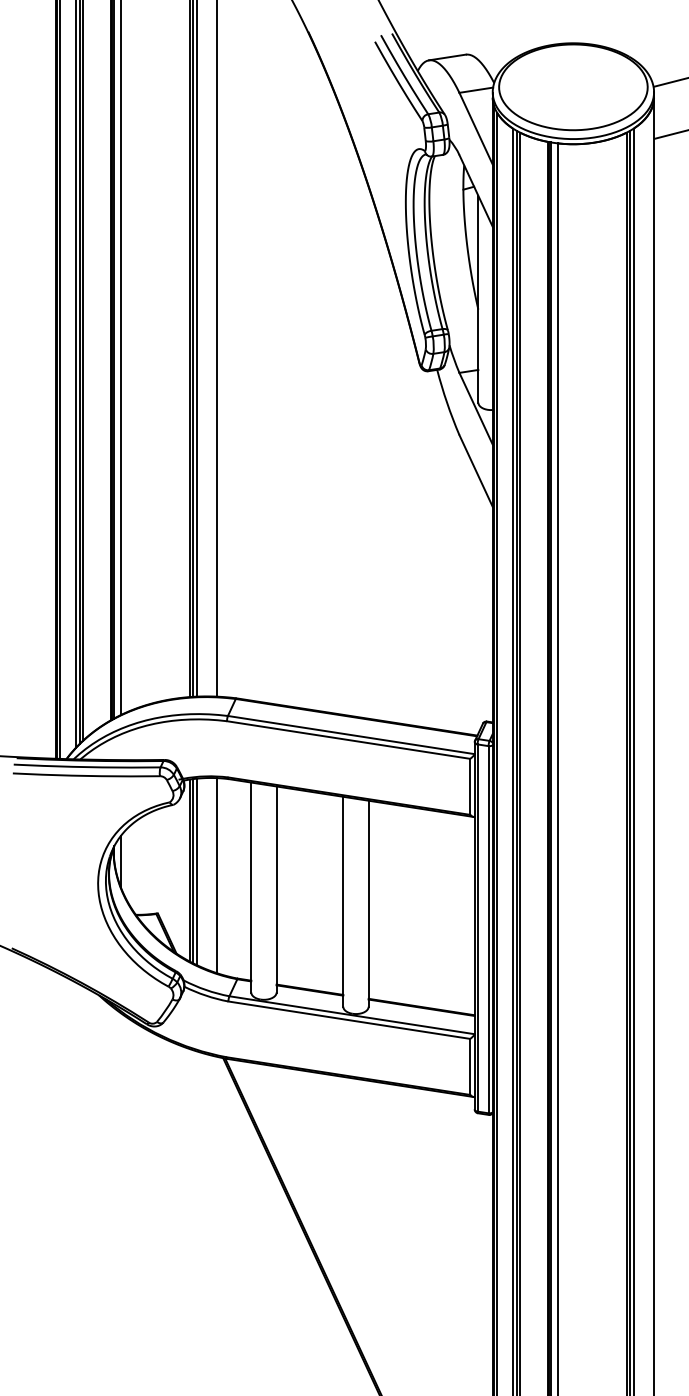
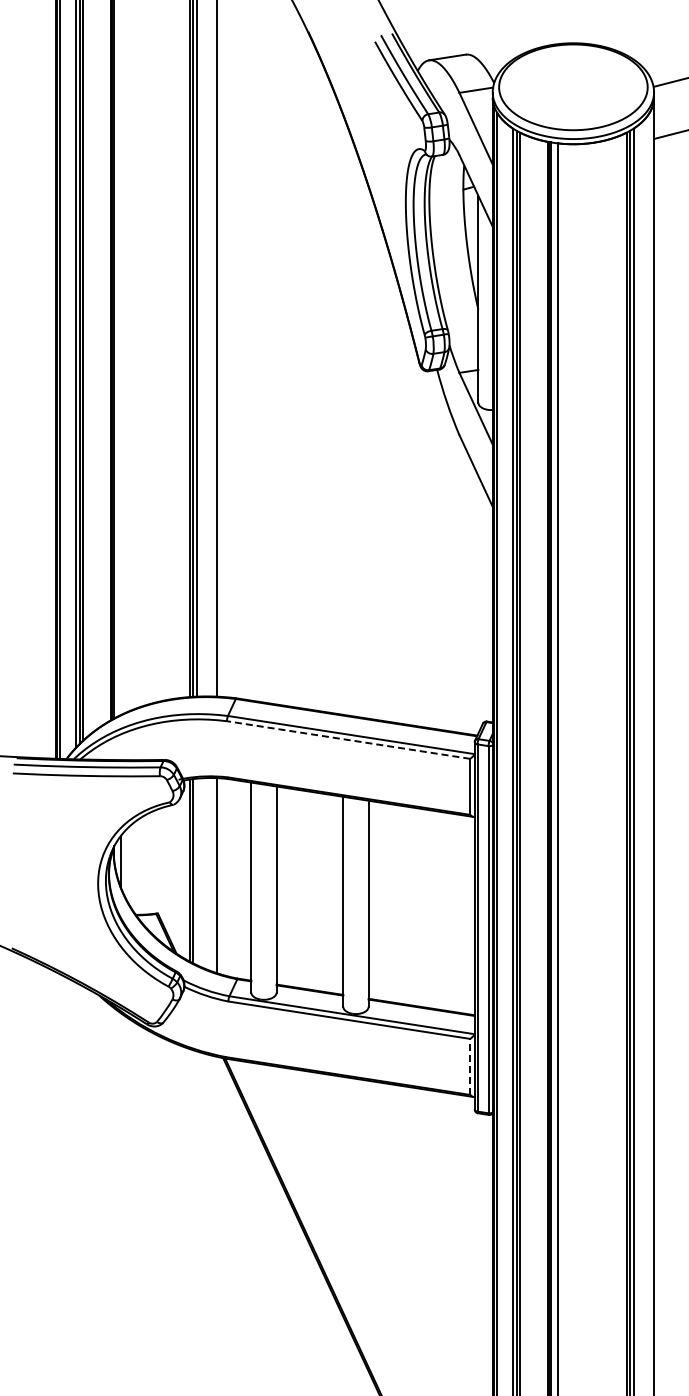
line at (120, 358): present -> none
line at (348, 739): solid -> dashed
line at (197, 871): present -> none
line at (470, 1066): solid -> dashed
